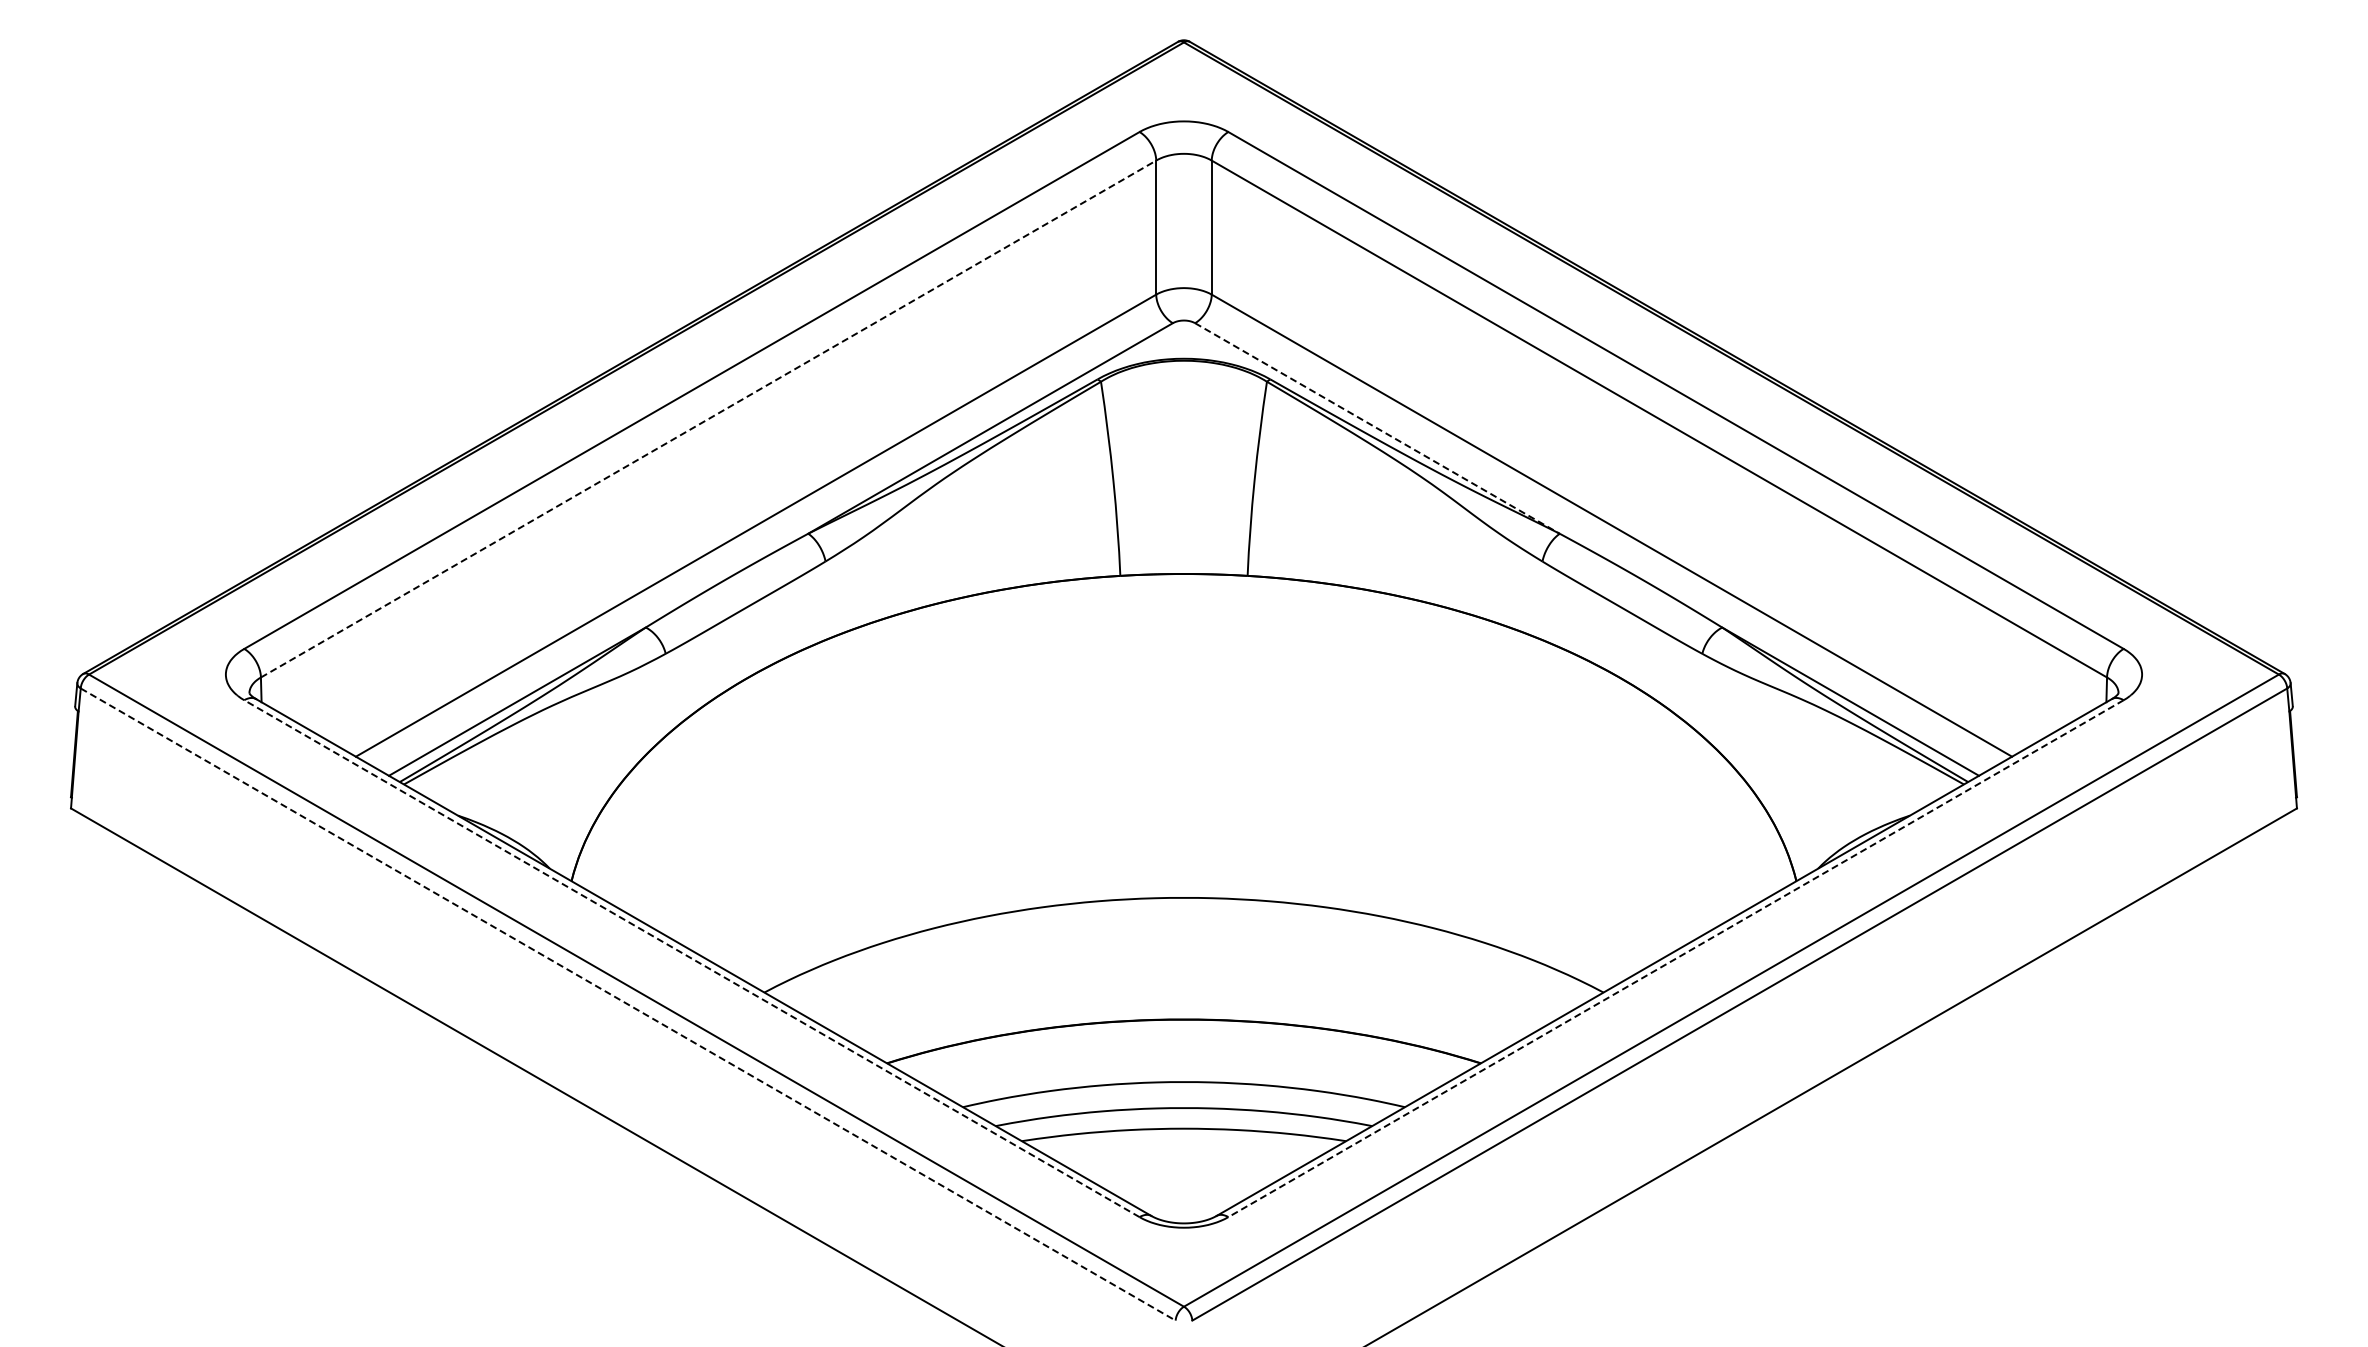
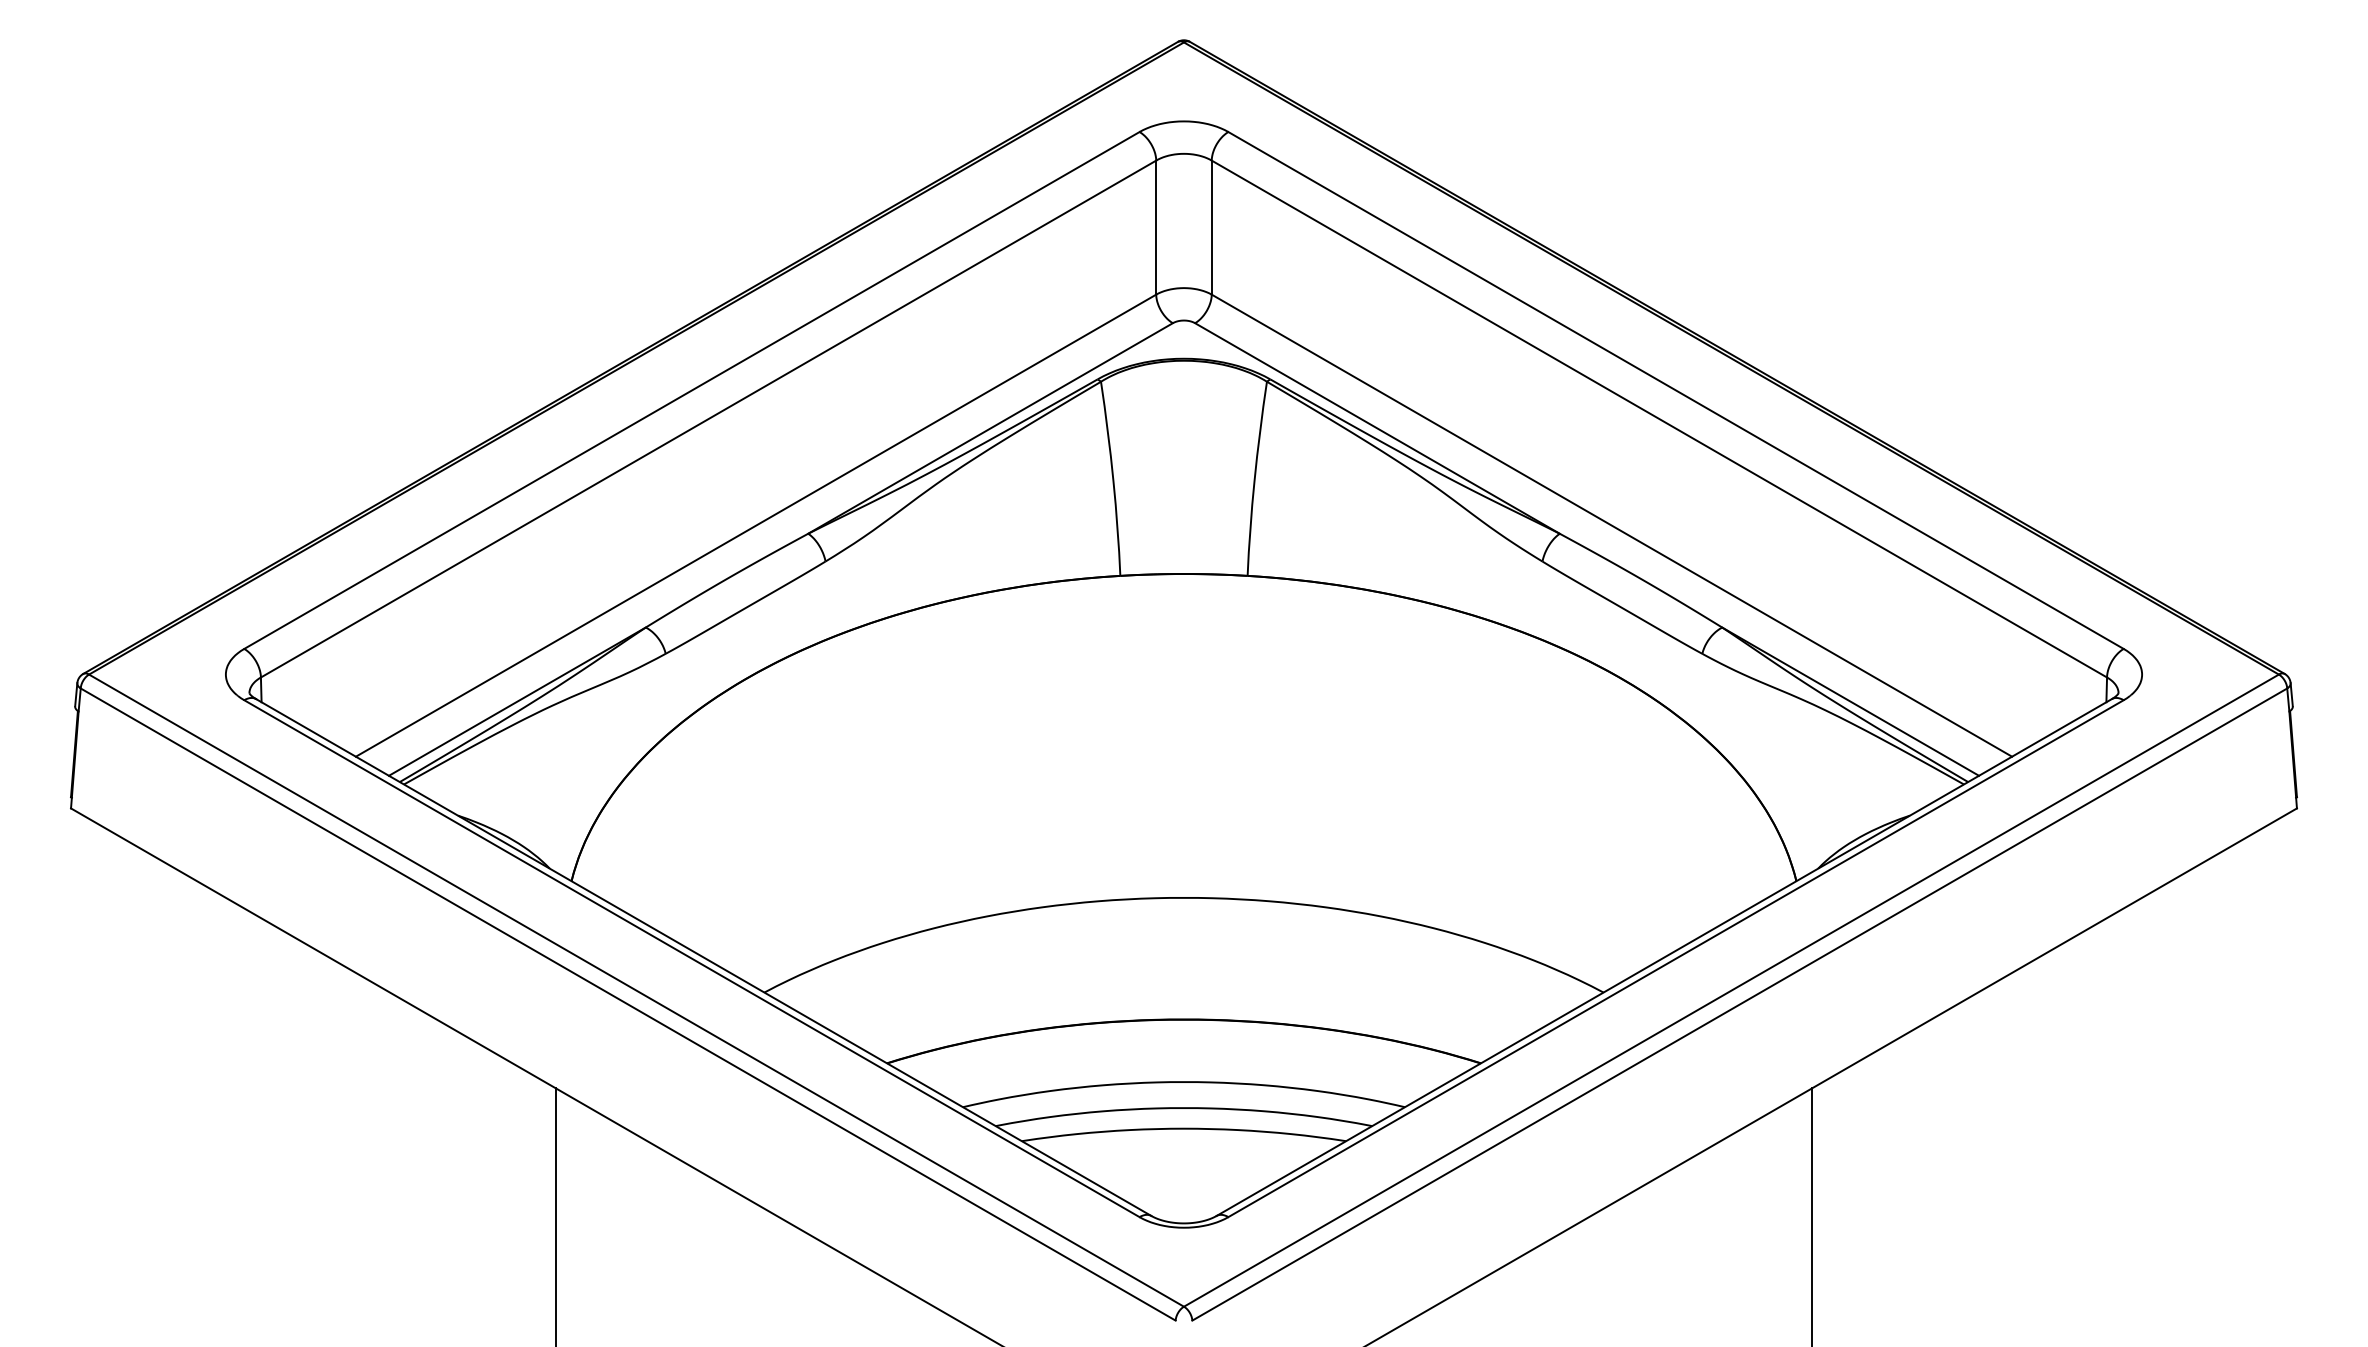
line at (708, 419): dashed -> solid
line at (1377, 428): dashed -> solid
line at (691, 958): dashed -> solid
line at (1676, 958): dashed -> solid
line at (628, 1004): dashed -> solid
line at (555, 1215): none -> present
line at (1812, 1215): none -> present
